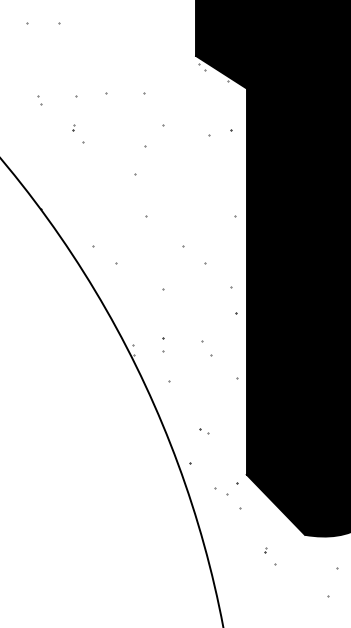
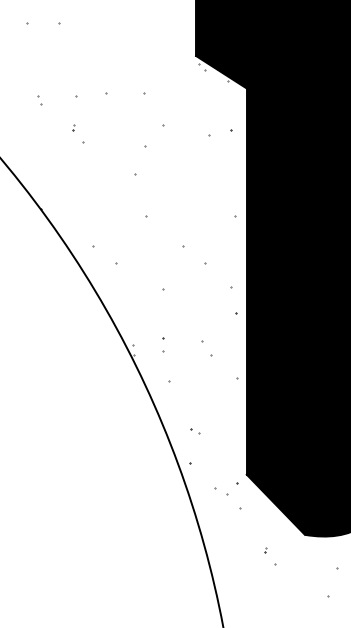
part at (204, 431) position: (204, 431) -> (195, 431)
